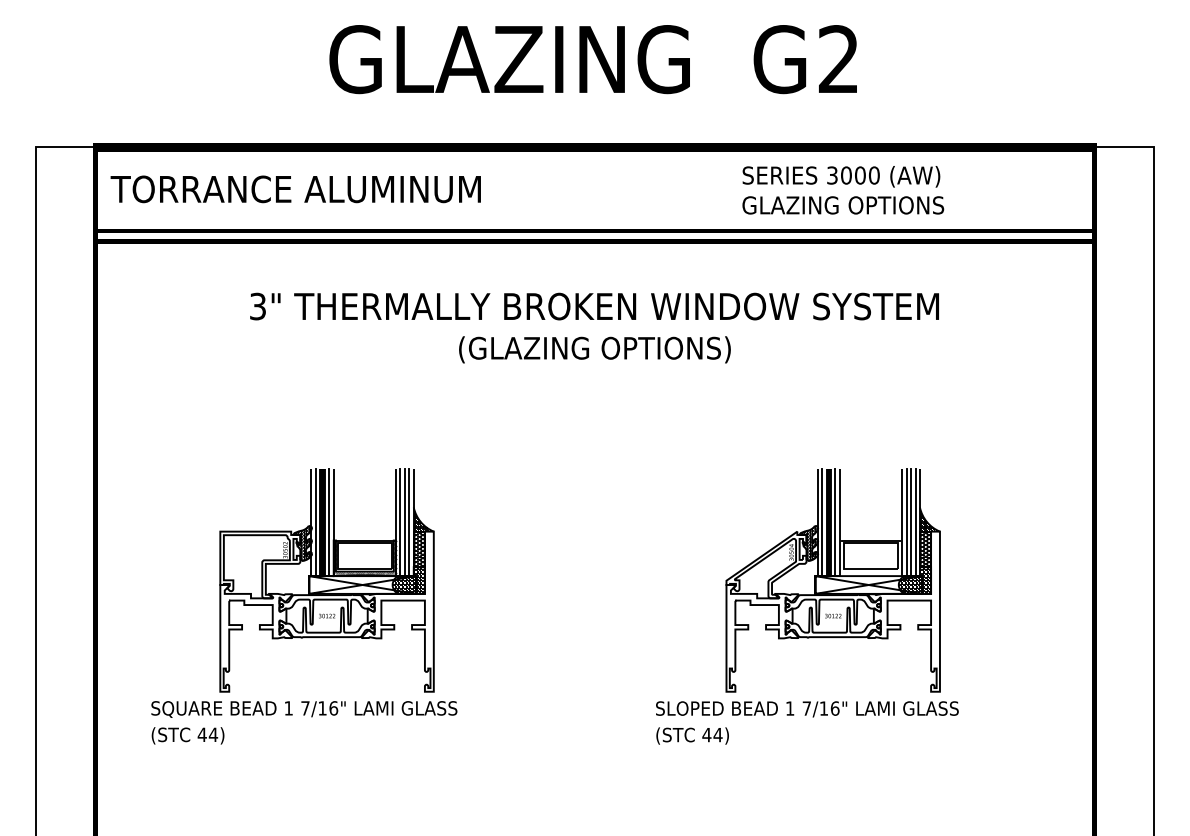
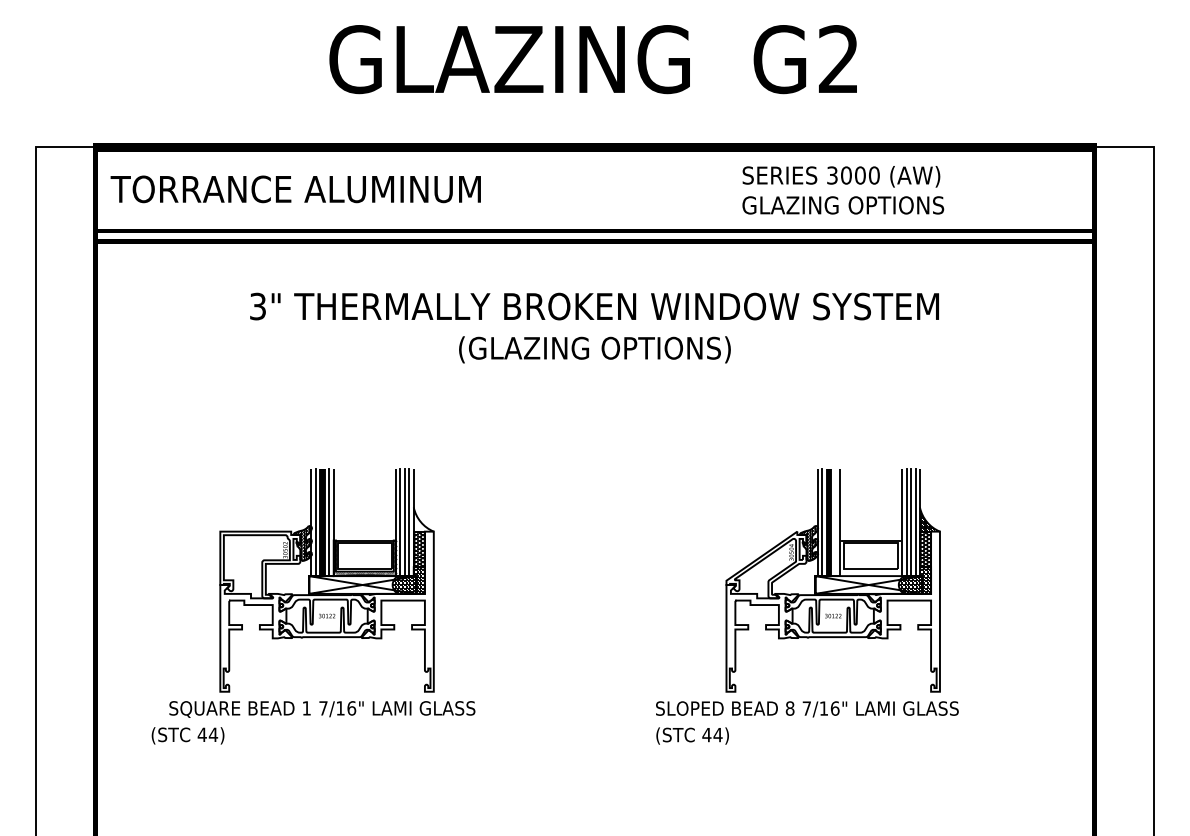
hatch at (422, 519): present -> none
line at (835, 522): present -> none
text at (789, 708): 1 -> 8
text at (304, 709) position: (304, 709) -> (322, 709)
